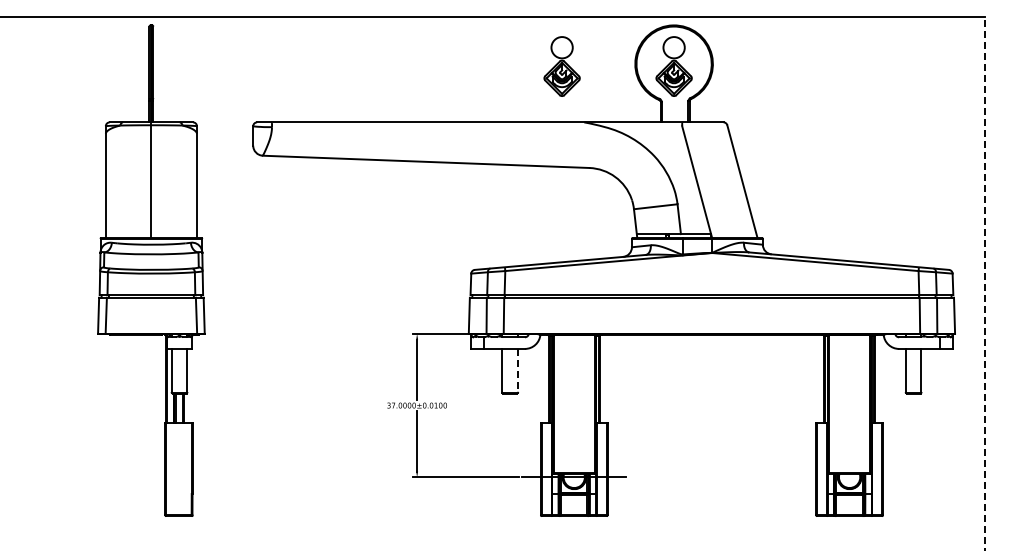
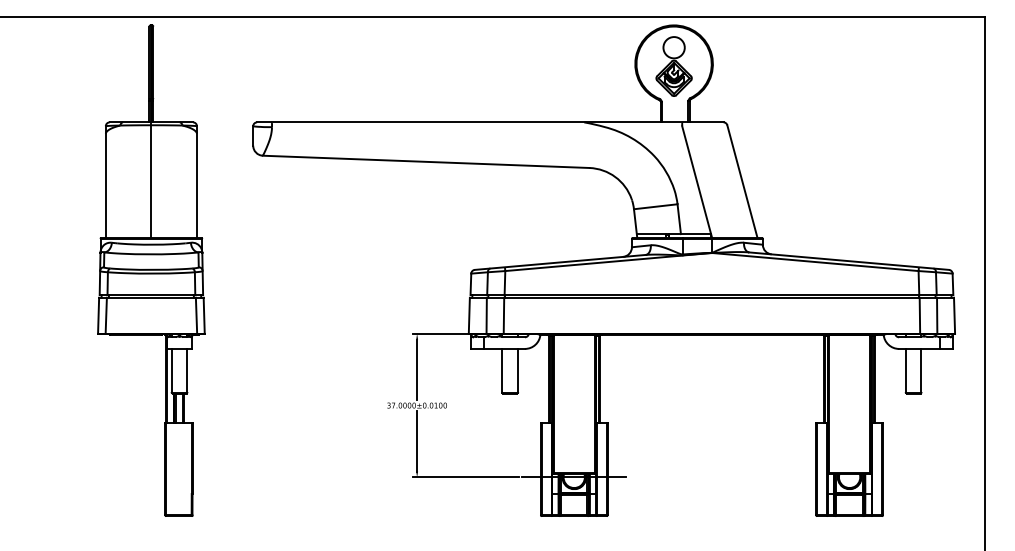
part at (561, 66): present -> none
line at (984, 283): dashed -> solid
line at (517, 370): dashed -> solid
